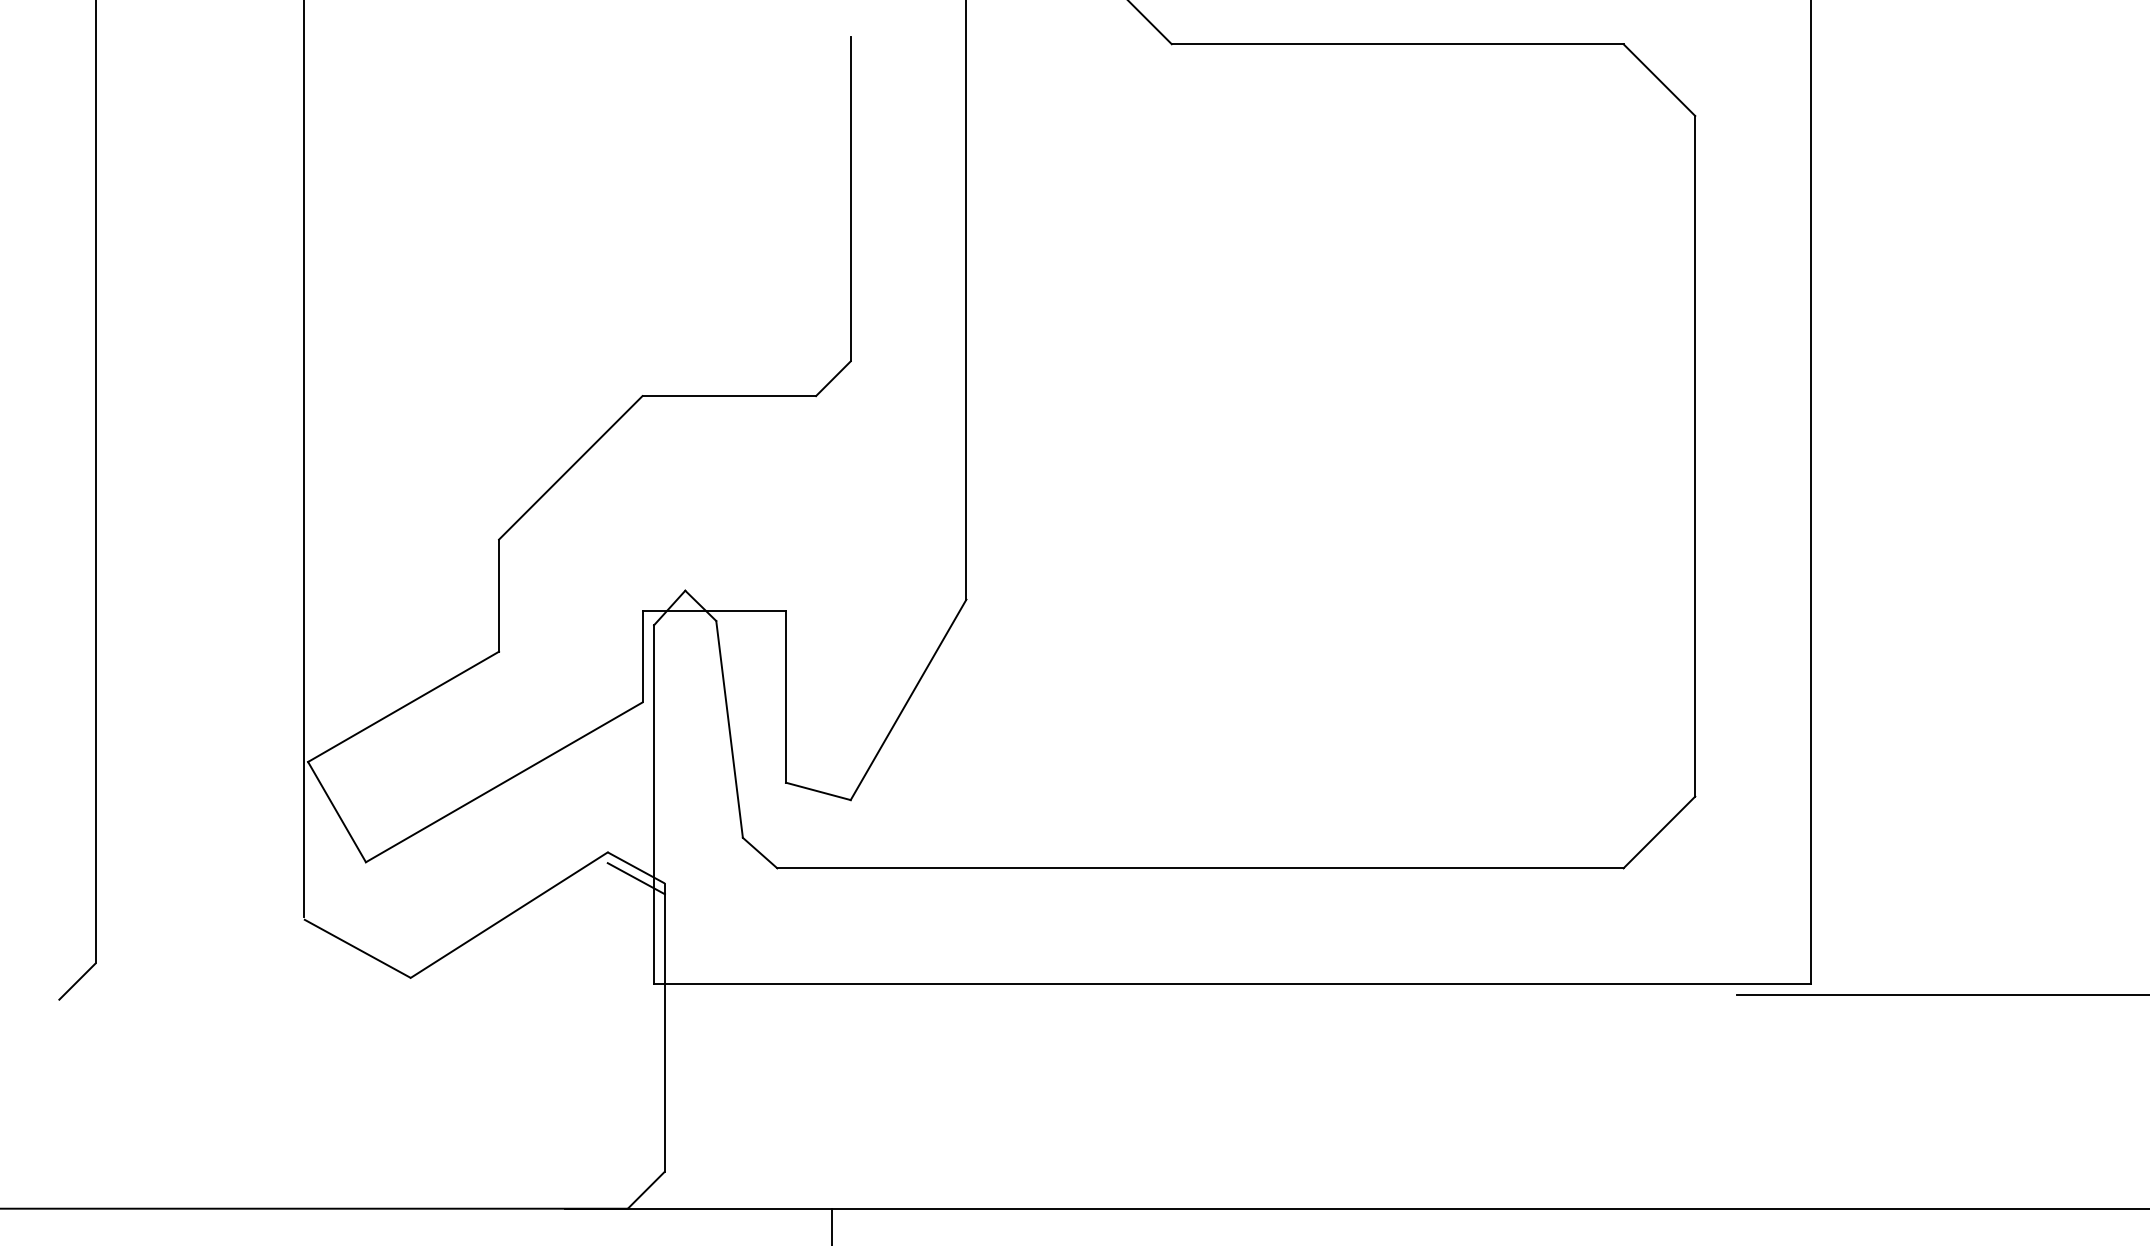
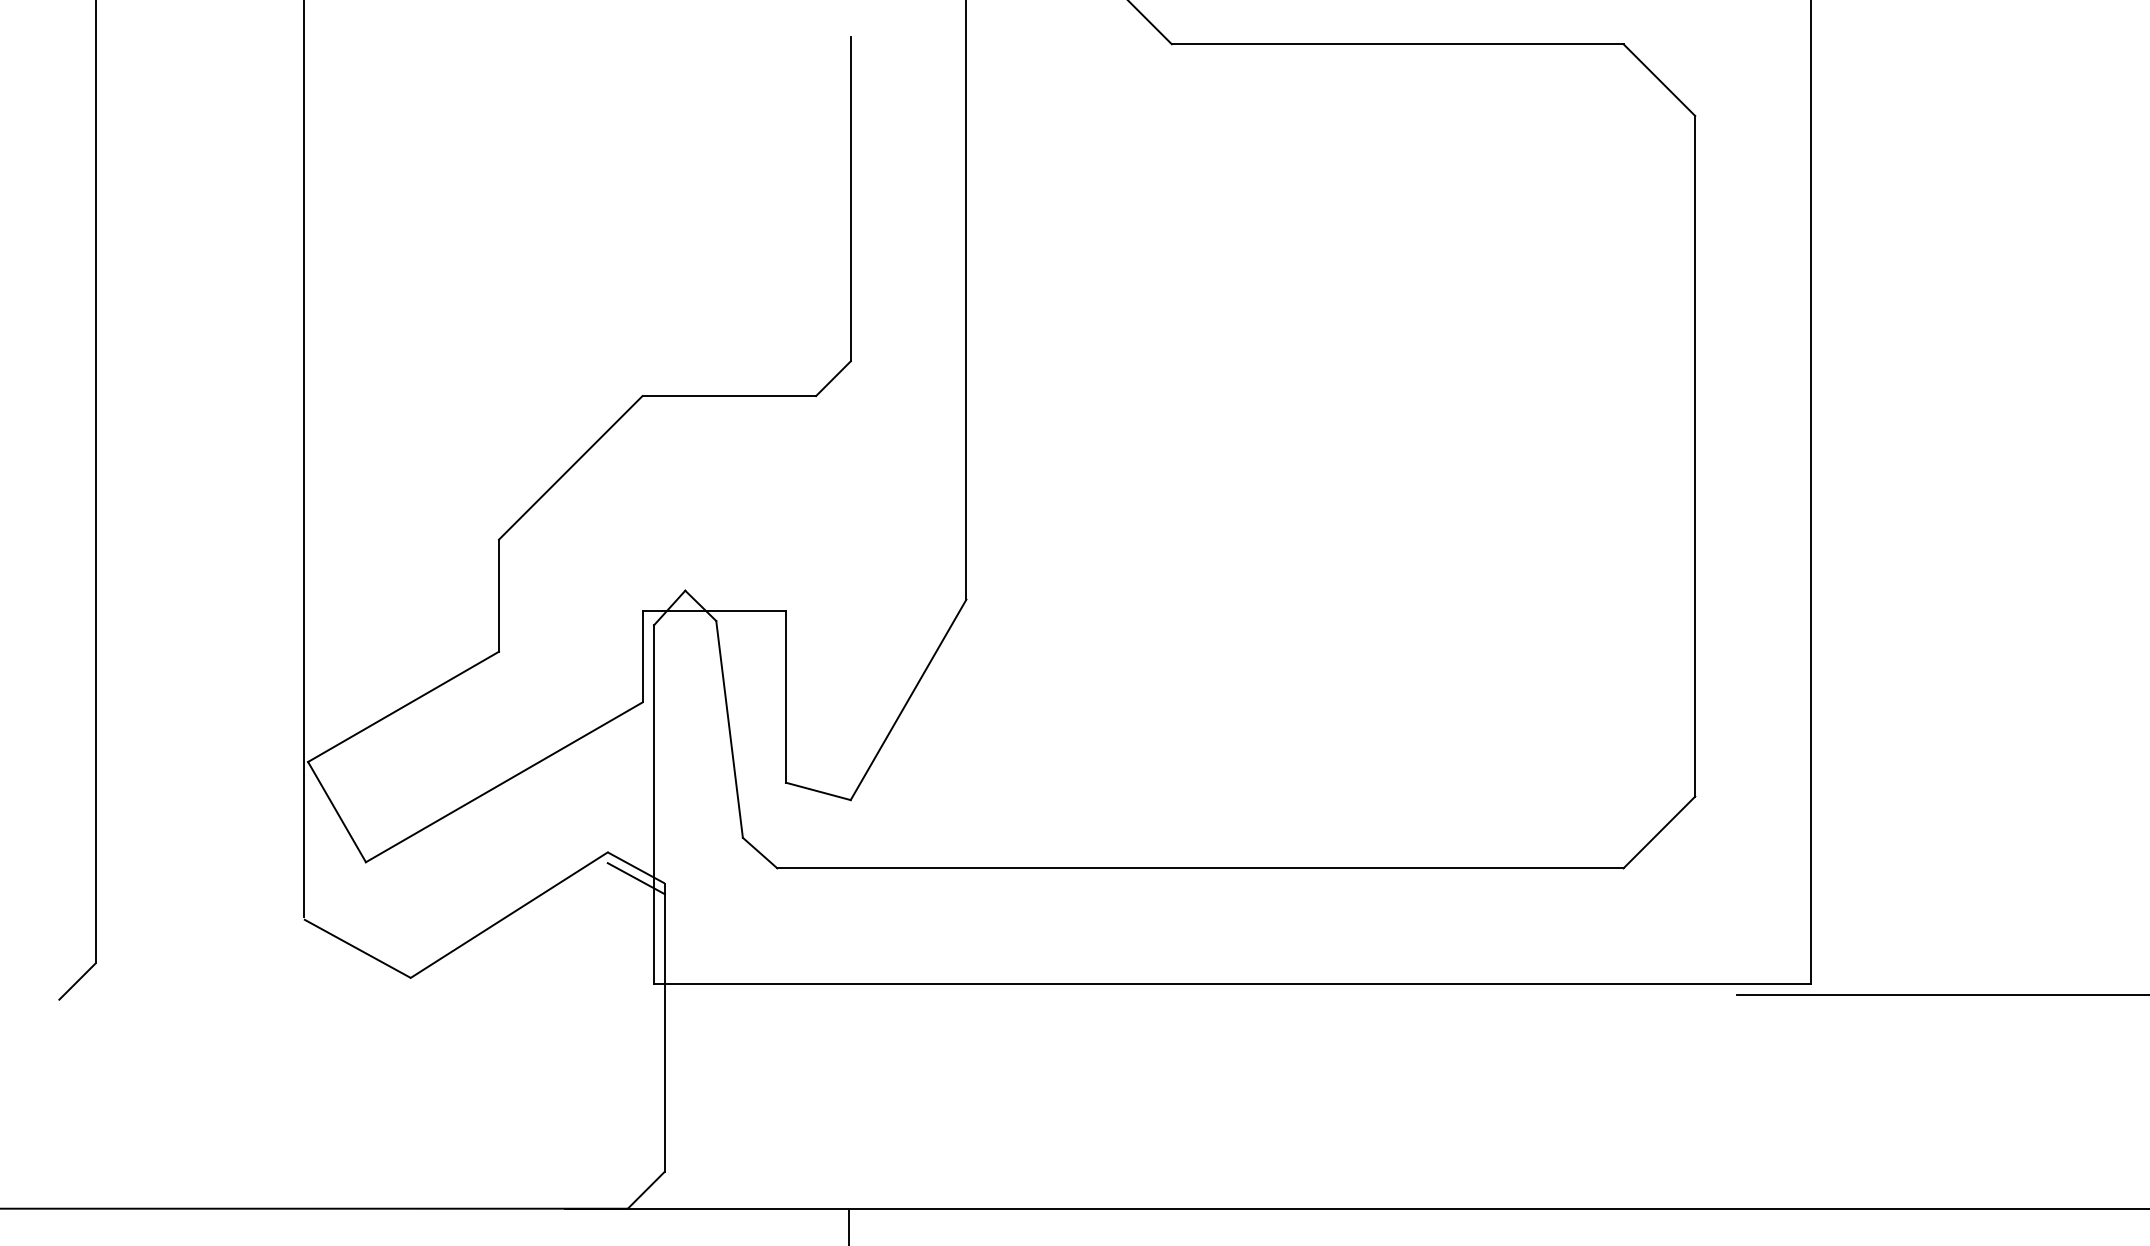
line at (832, 1225) position: (832, 1225) -> (849, 1225)
